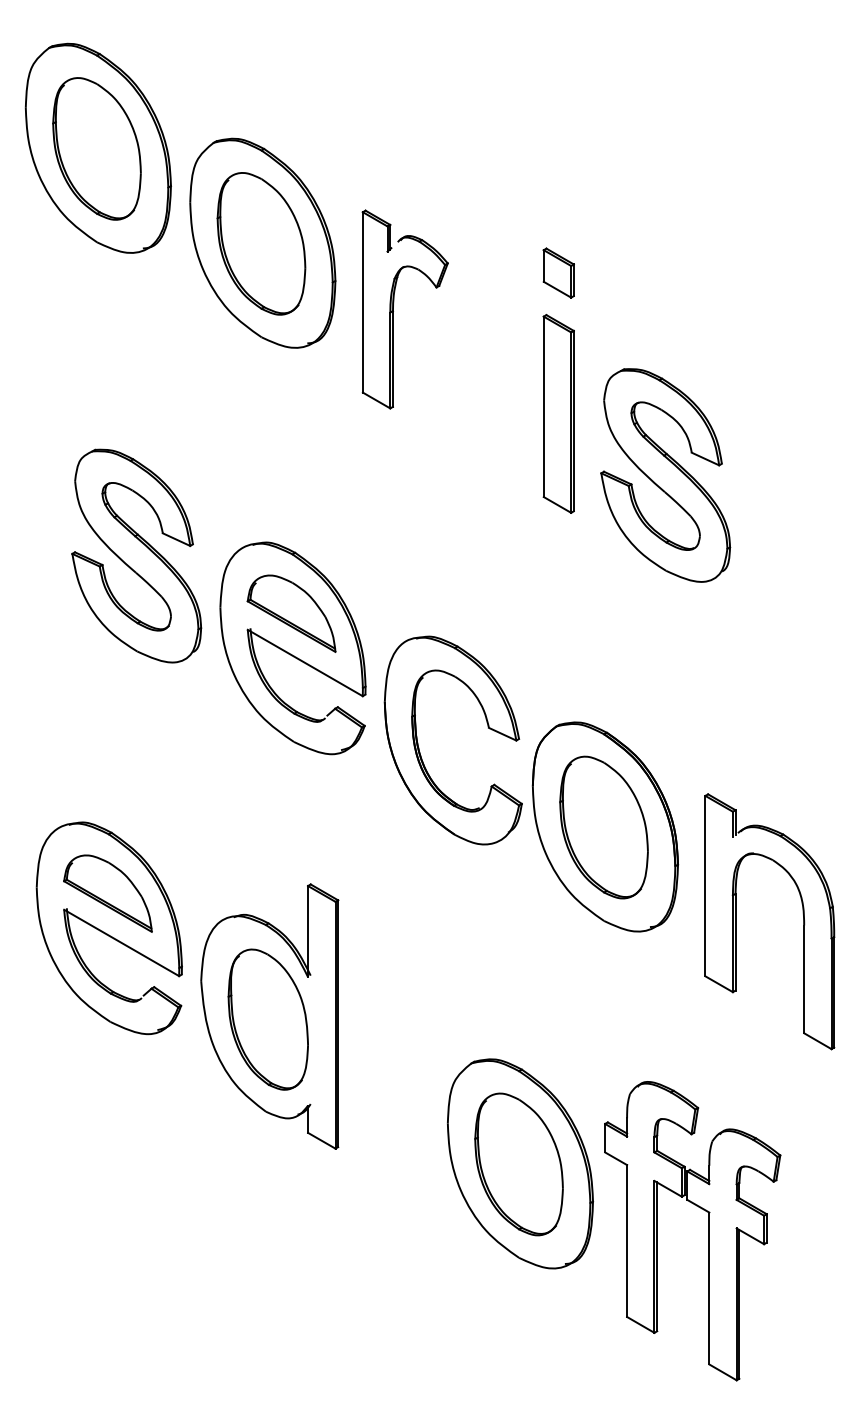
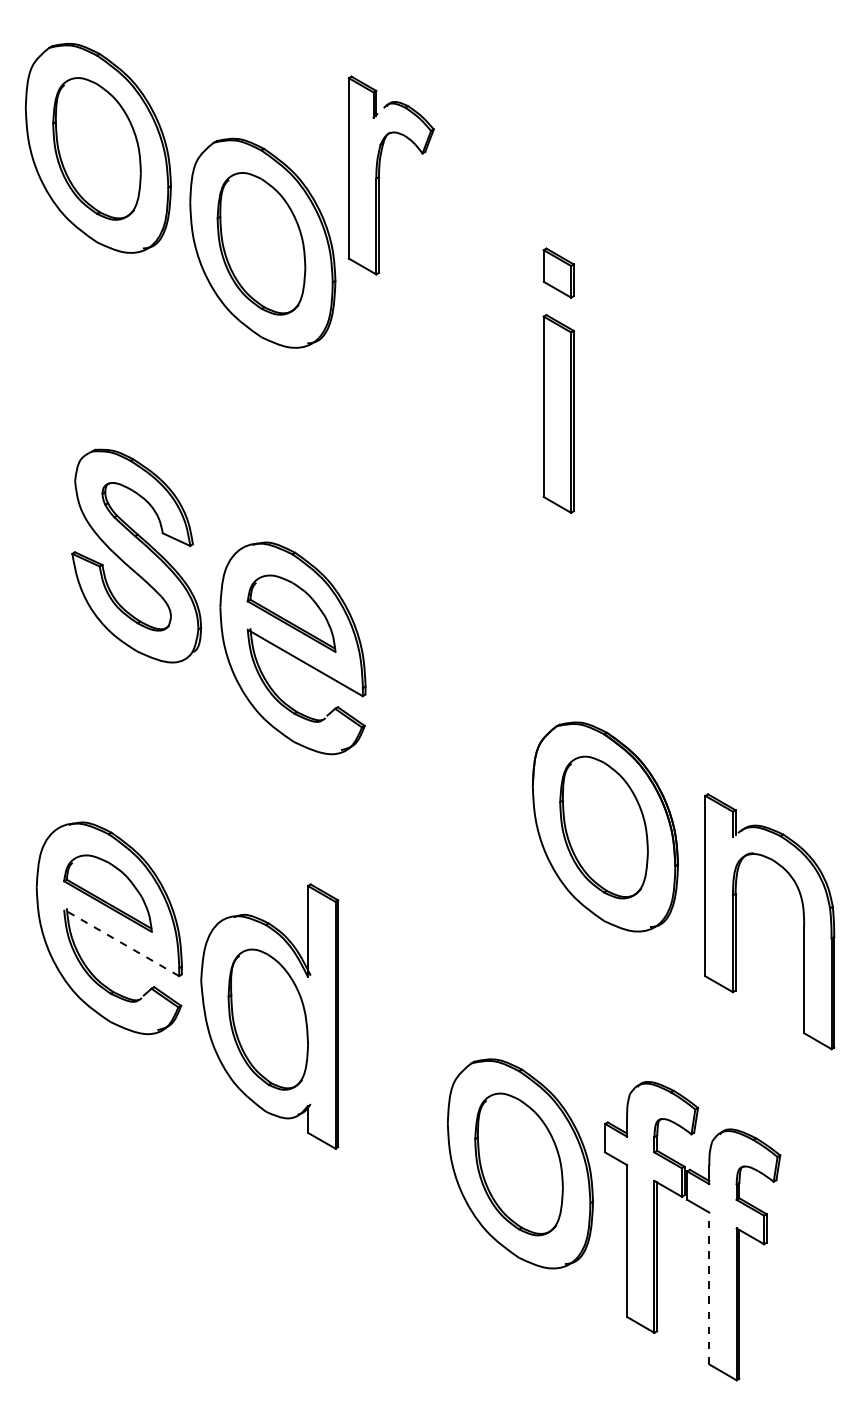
part at (393, 309) position: (393, 309) -> (379, 175)
part at (665, 475): present -> none
part at (419, 747): present -> none
line at (121, 942): solid -> dashed
line at (709, 1288): solid -> dashed
